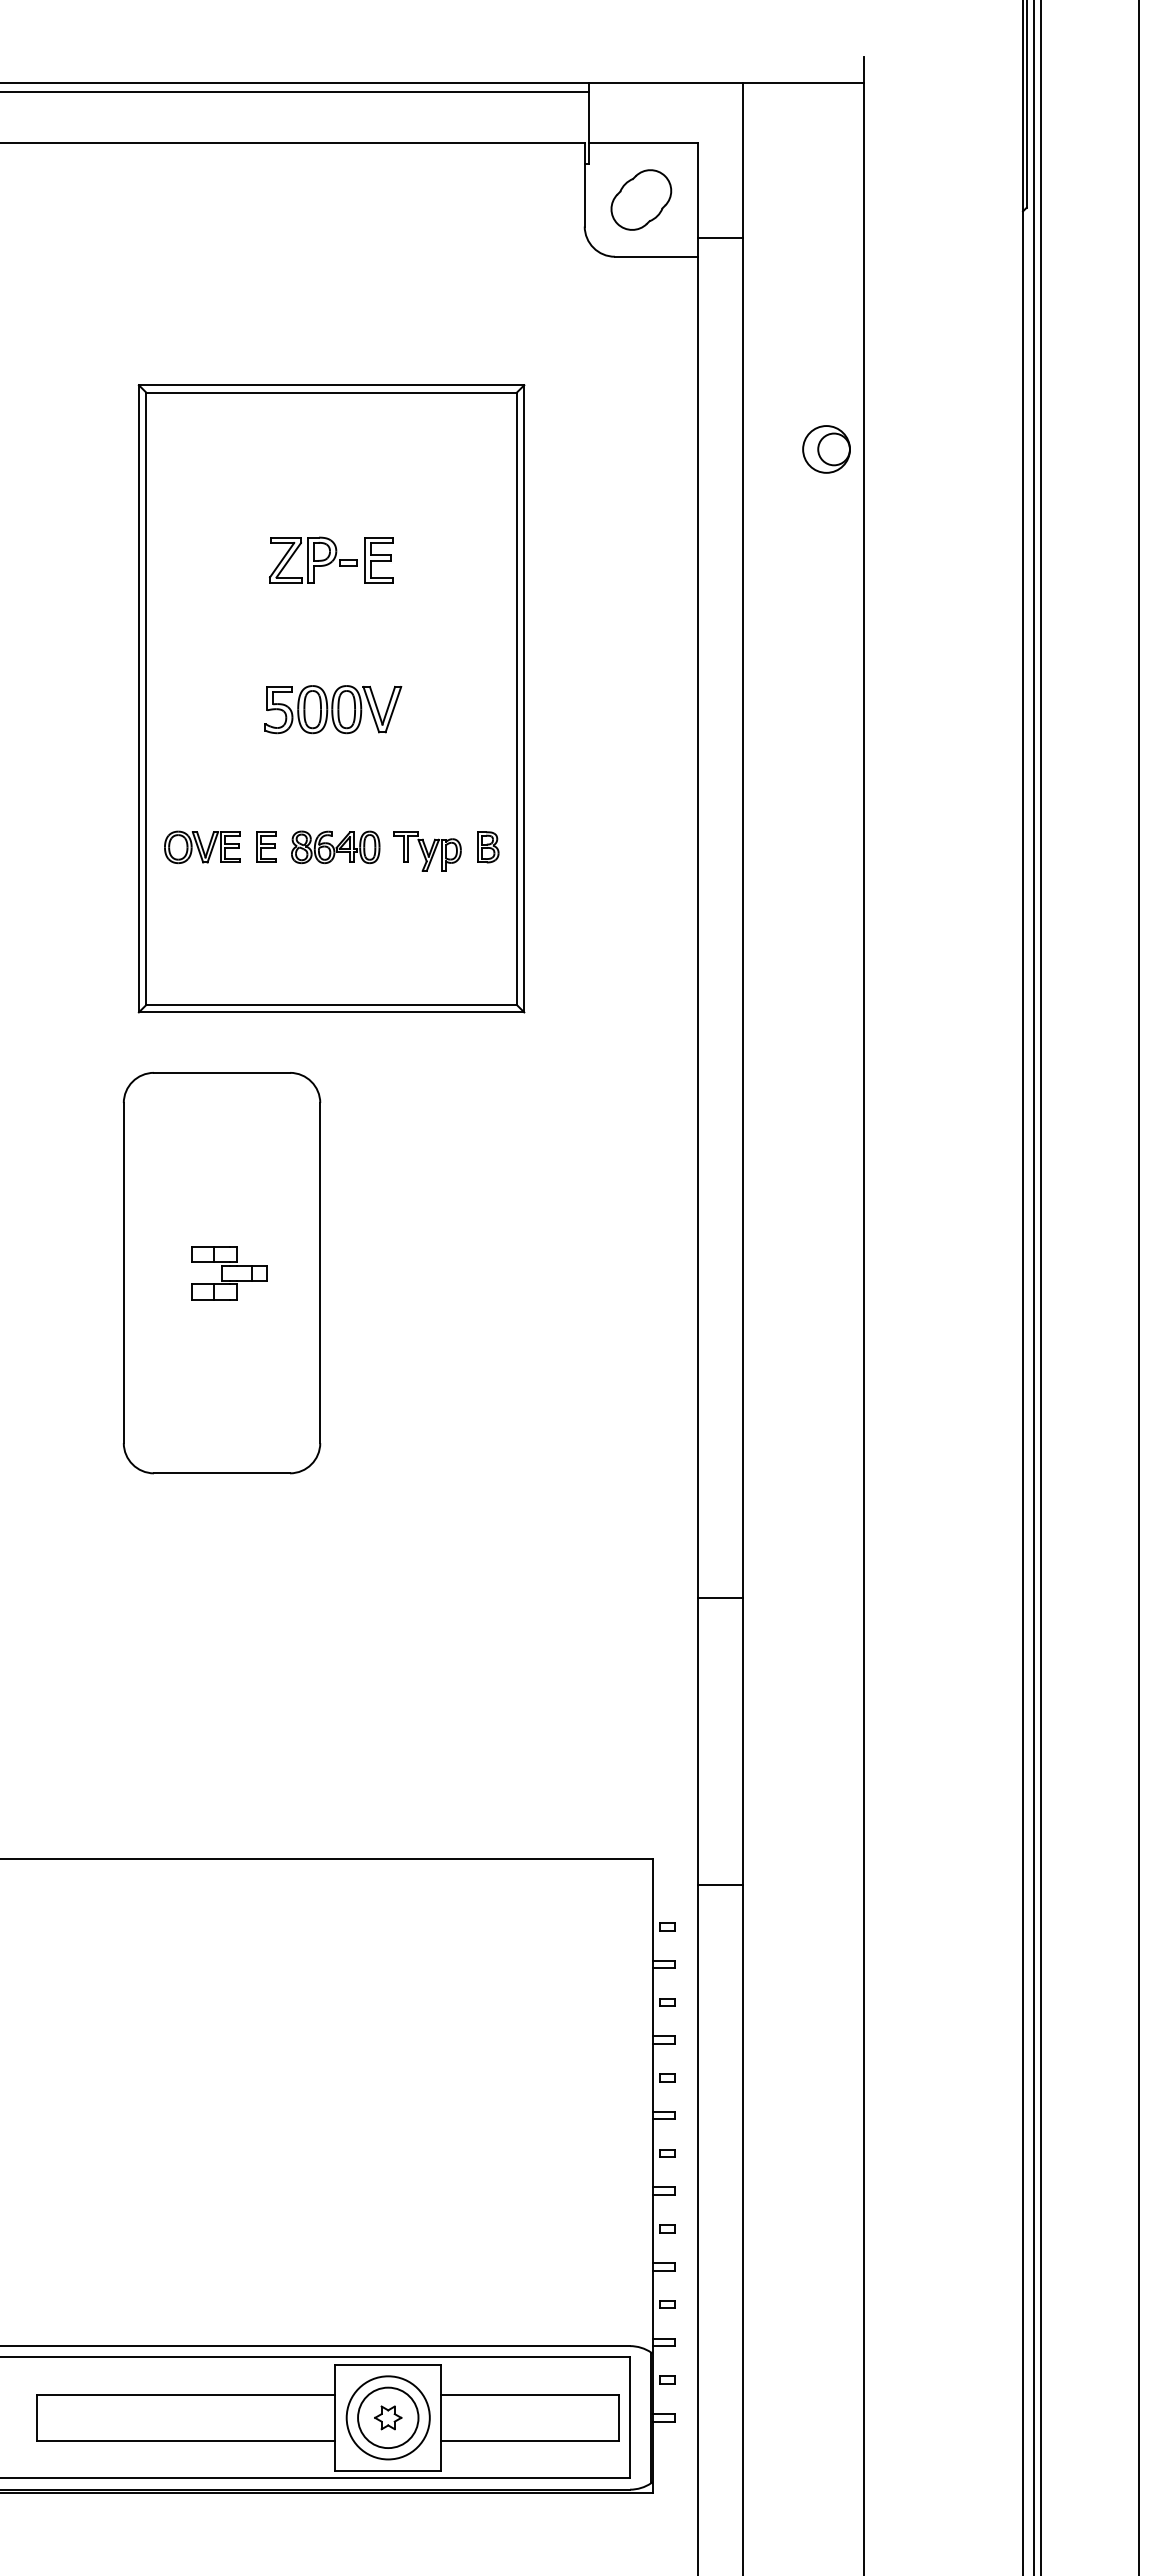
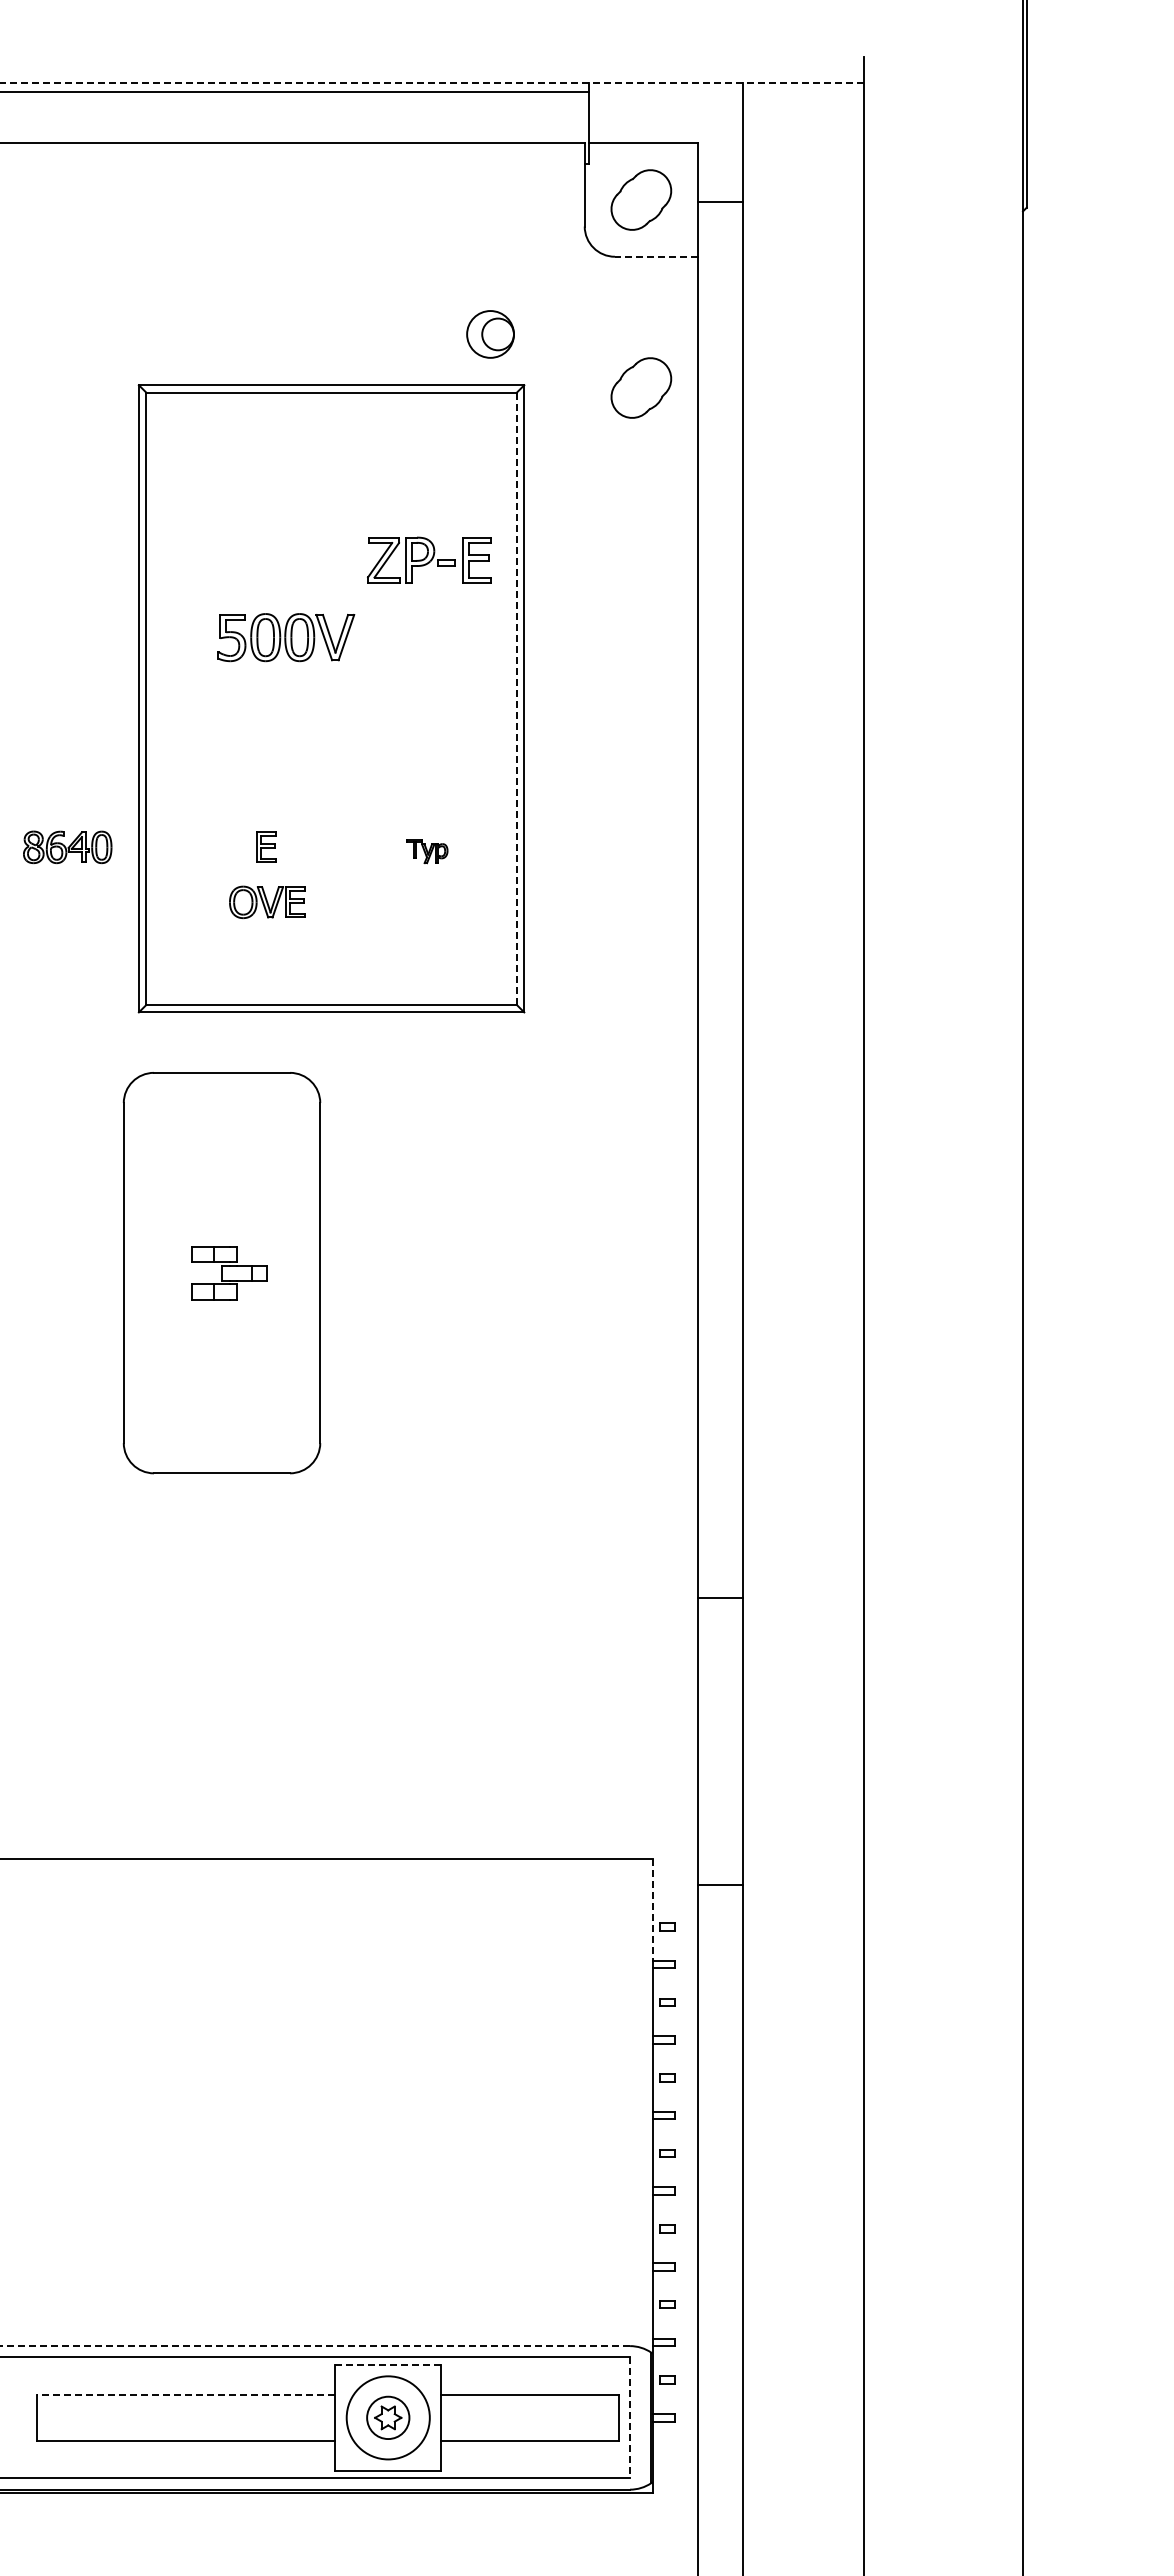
line at (432, 82): solid -> dashed
line at (720, 237) position: (720, 237) -> (720, 201)
line at (656, 256): solid -> dashed
part at (641, 387): none -> present
part at (826, 449) position: (826, 449) -> (490, 334)
part at (331, 559) position: (331, 559) -> (429, 559)
line at (516, 699): solid -> dashed
part at (333, 709) position: (333, 709) -> (286, 637)
part at (202, 847) position: (202, 847) -> (267, 902)
part at (335, 847) position: (335, 847) -> (67, 847)
part at (488, 847): present -> none
part at (427, 851) size: 69x41 px -> 43x26 px
line at (1033, 1287): present -> none
line at (1041, 1287): present -> none
line at (1139, 1287): present -> none
line at (652, 1910): solid -> dashed
line at (315, 2346): solid -> dashed
line at (388, 2365): solid -> dashed
line at (185, 2395): solid -> dashed
circle at (388, 2417) diameter: 60 px -> 42 px
line at (630, 2418): solid -> dashed
